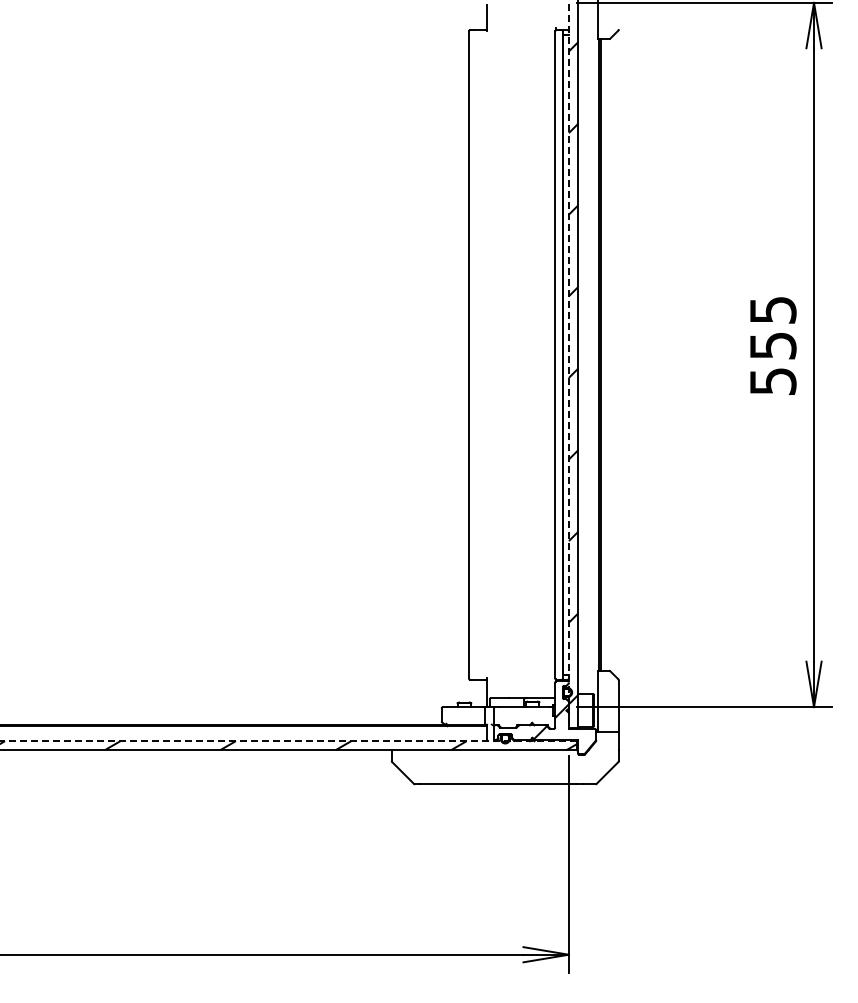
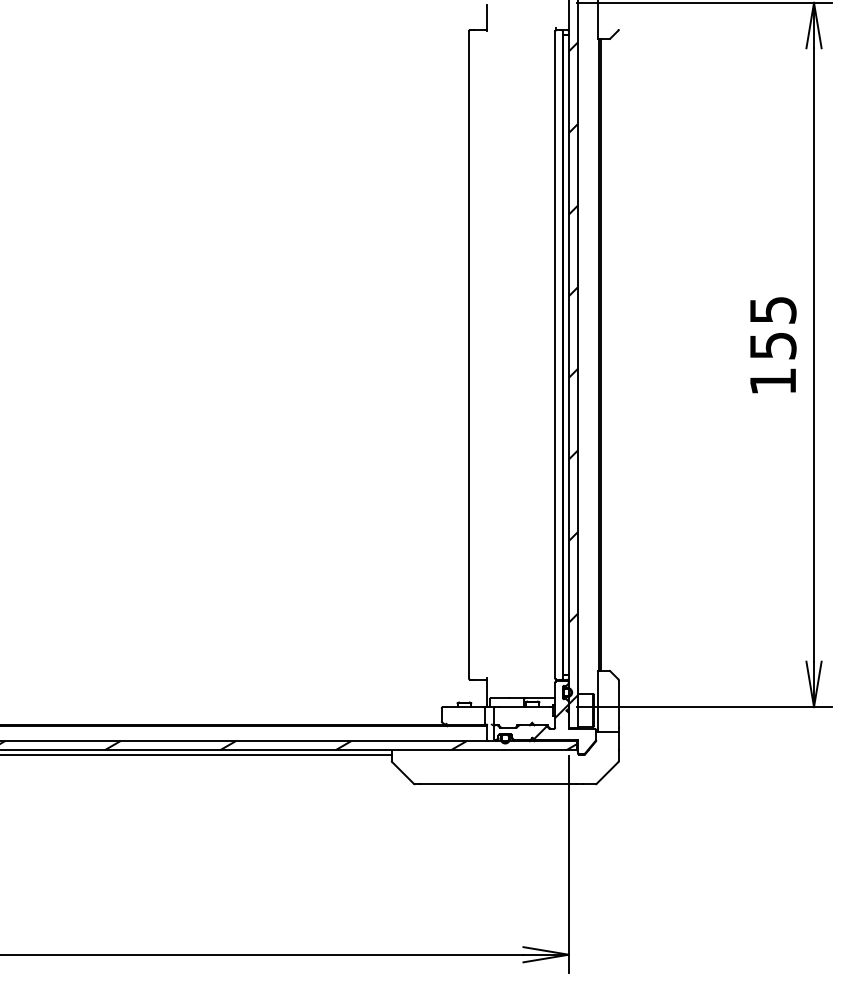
line at (568, 363): dashed -> solid
text at (773, 381): 555 -> 155
line at (288, 741): dashed -> solid
line at (196, 754): none -> present
